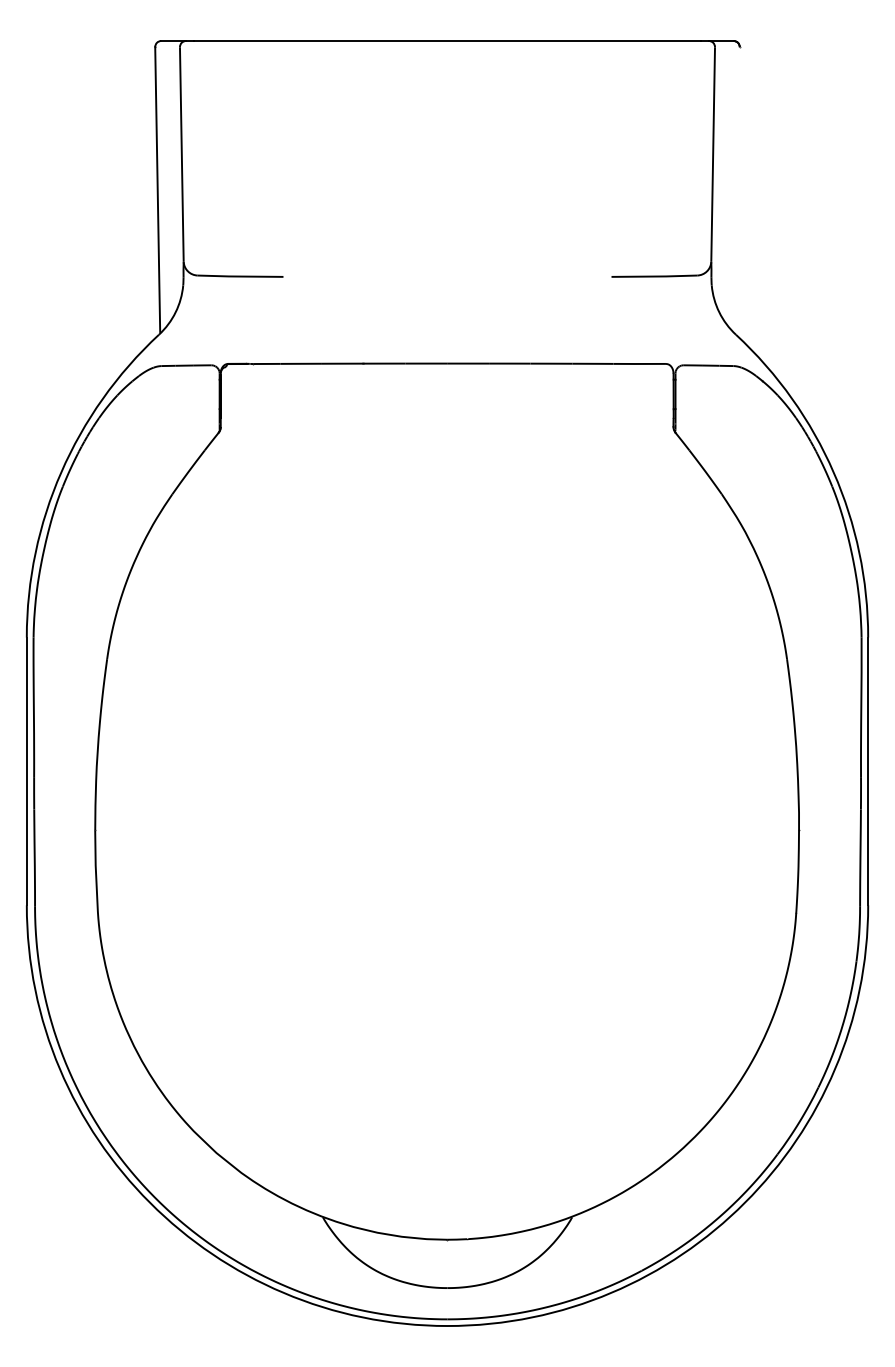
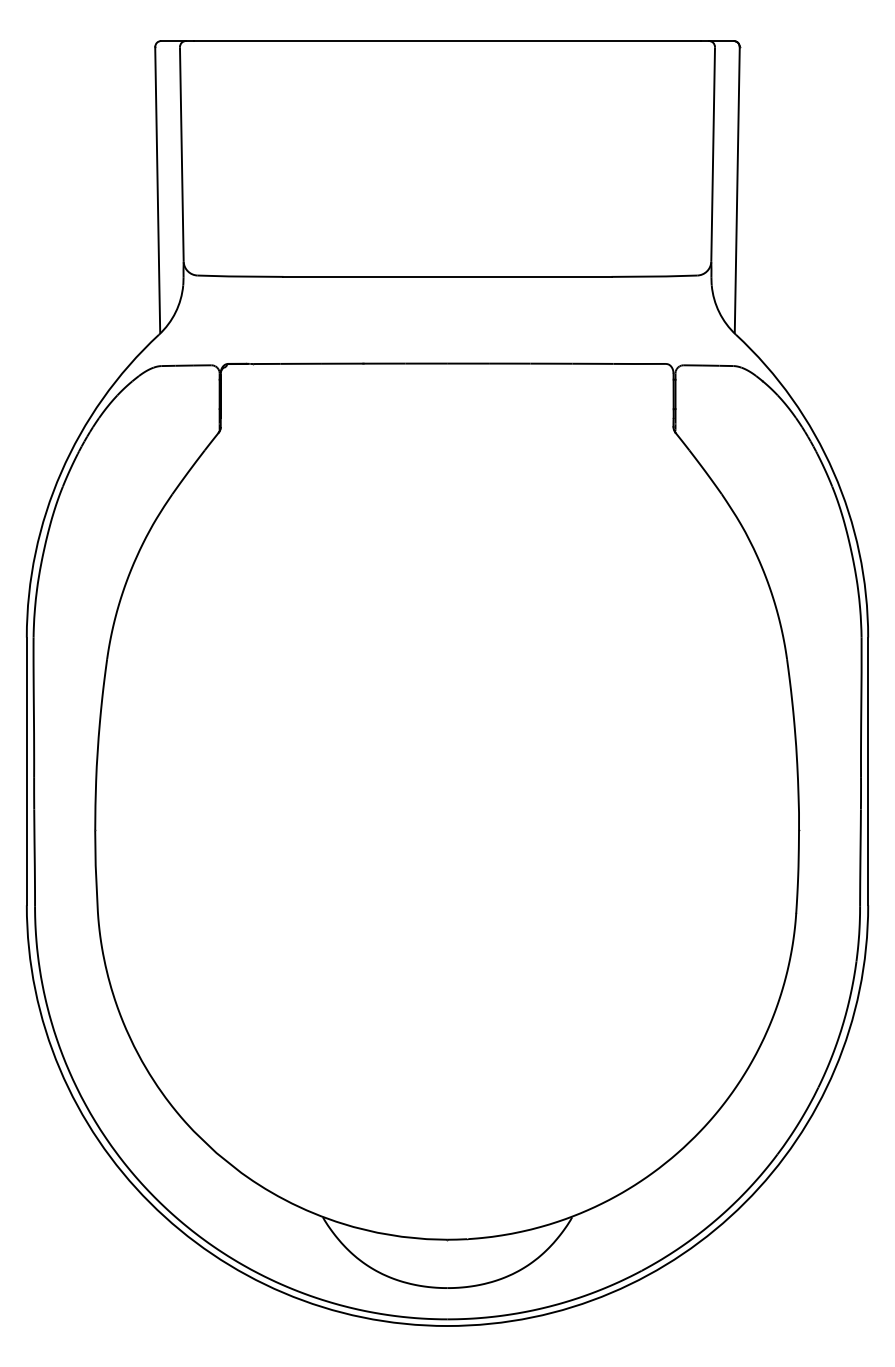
line at (736, 189): none -> present
line at (447, 276): none -> present
